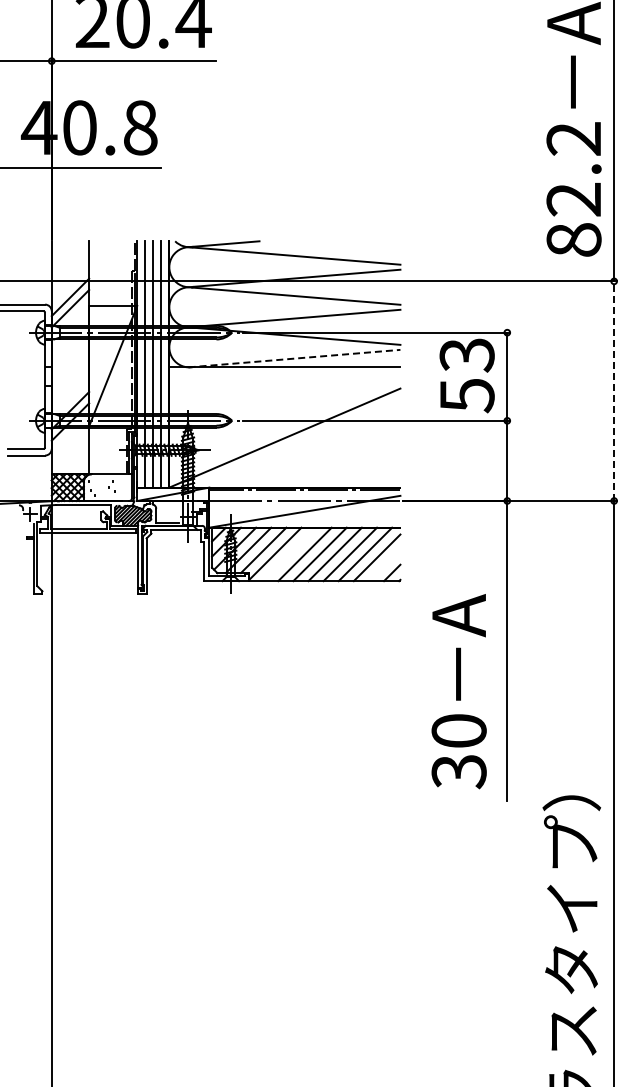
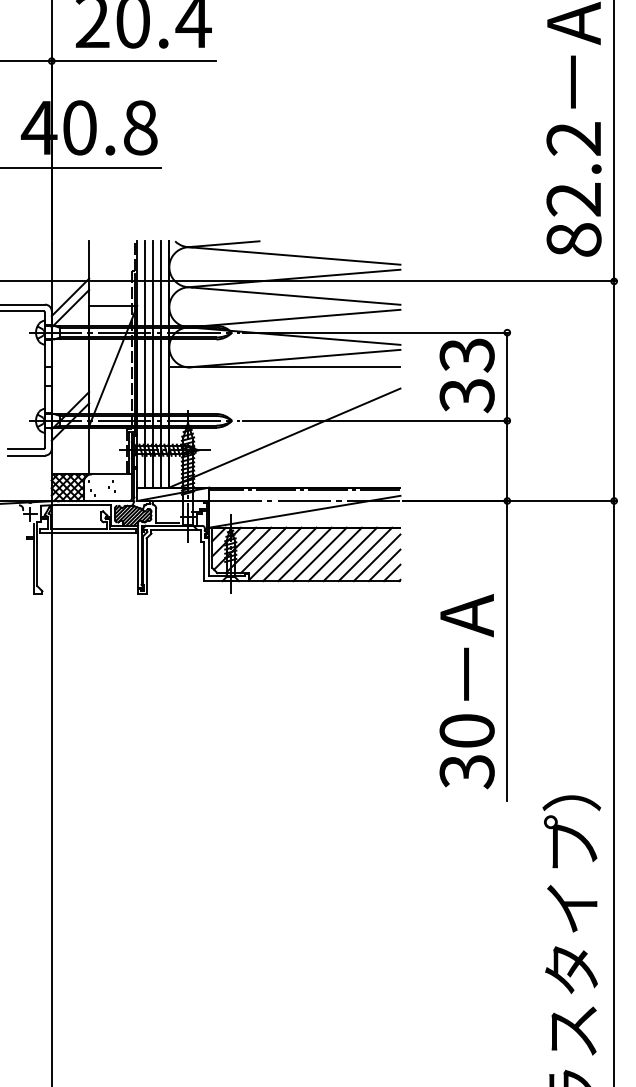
line at (295, 358): dashed -> solid
line at (614, 391): dashed -> solid
text at (466, 395): 53 -> 33
line at (289, 554): none -> present
line at (384, 565): none -> present
text at (458, 691) position: (458, 691) -> (466, 691)
